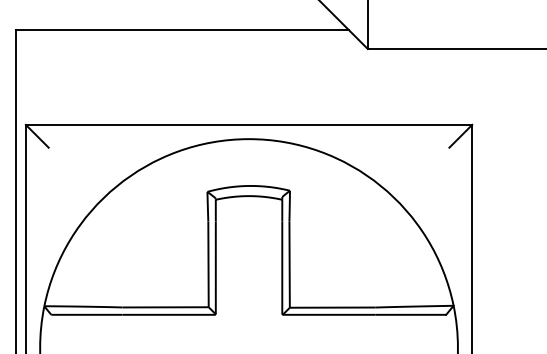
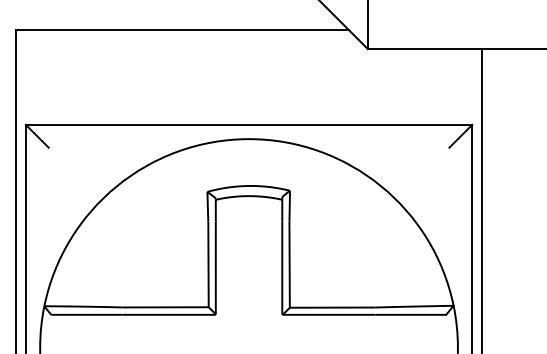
line at (481, 199): none -> present
